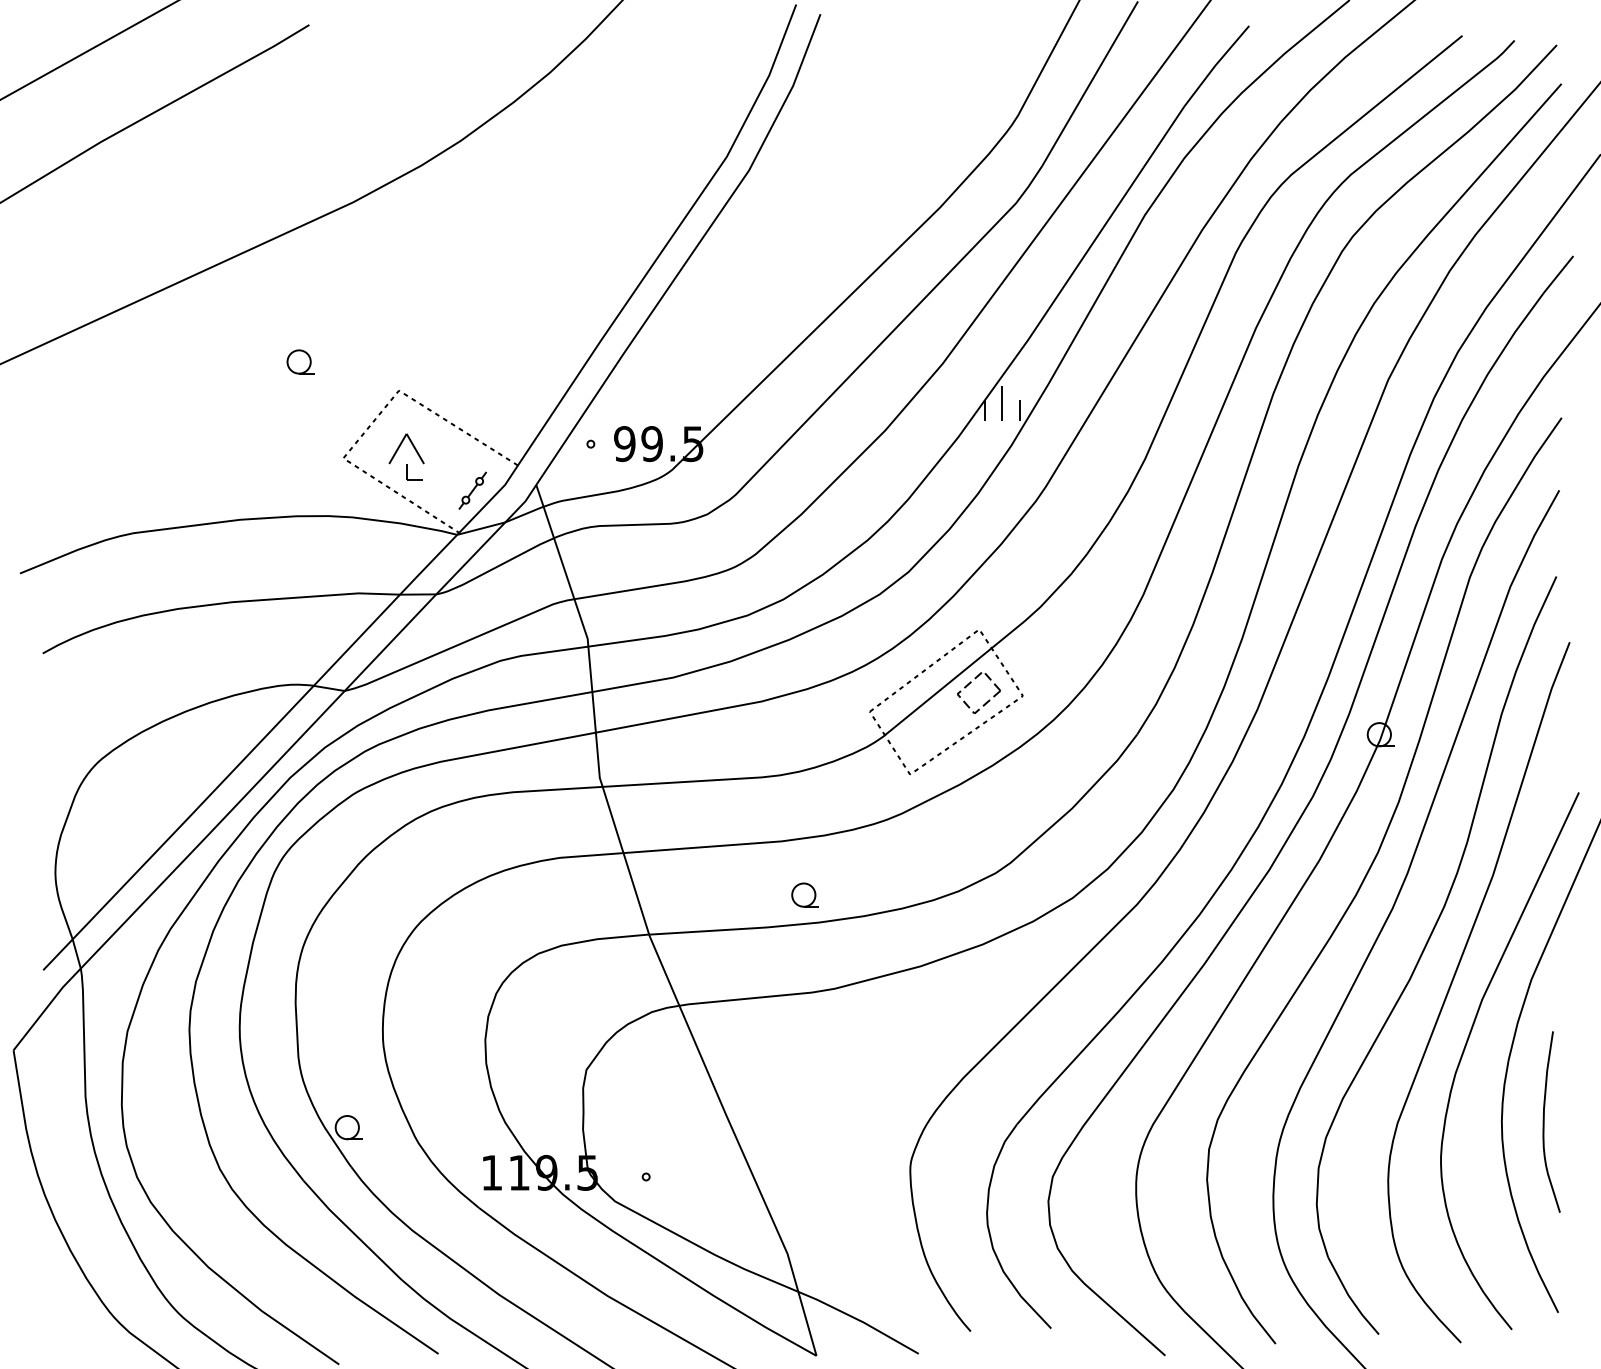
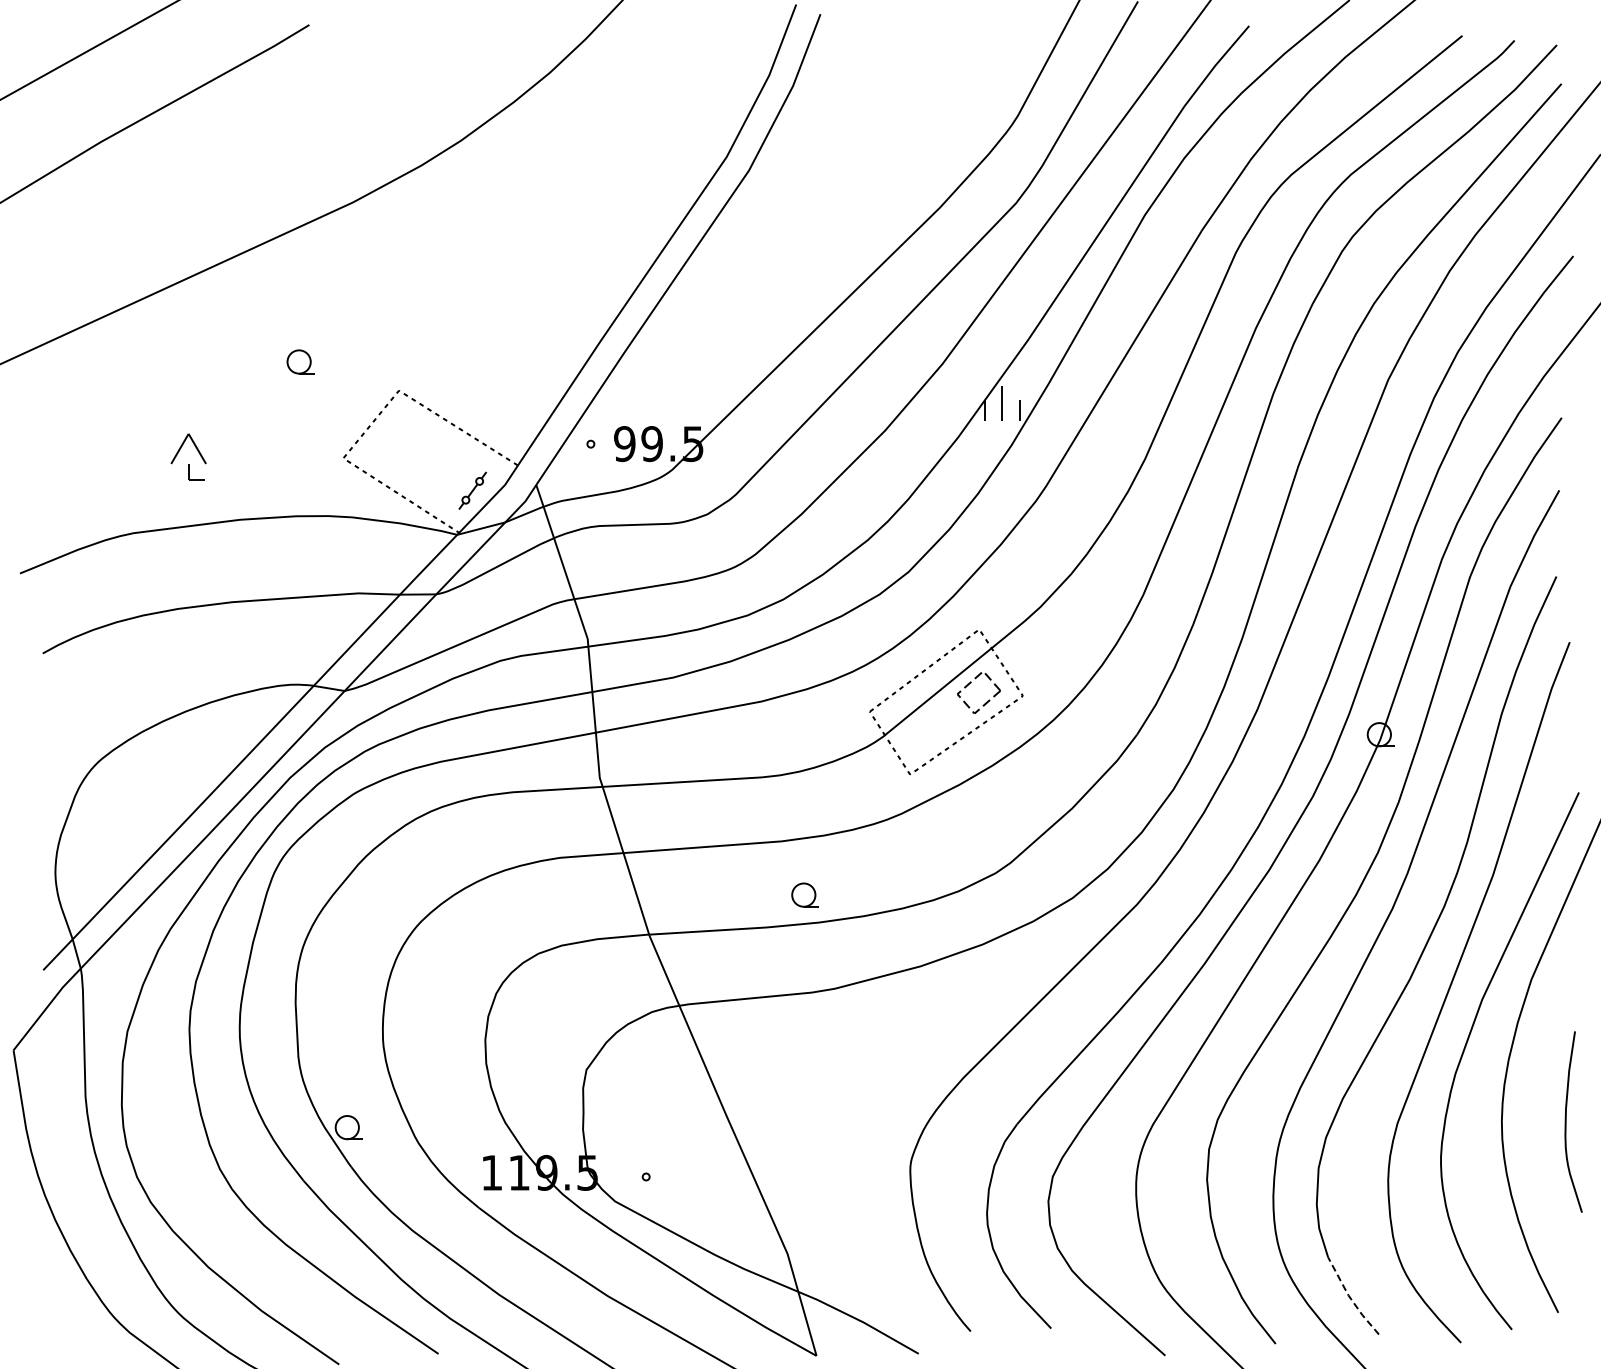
part at (406, 464) position: (406, 464) -> (188, 464)
curve at (1544, 1121) position: (1544, 1121) -> (1566, 1121)
line at (1350, 1297): solid -> dashed
